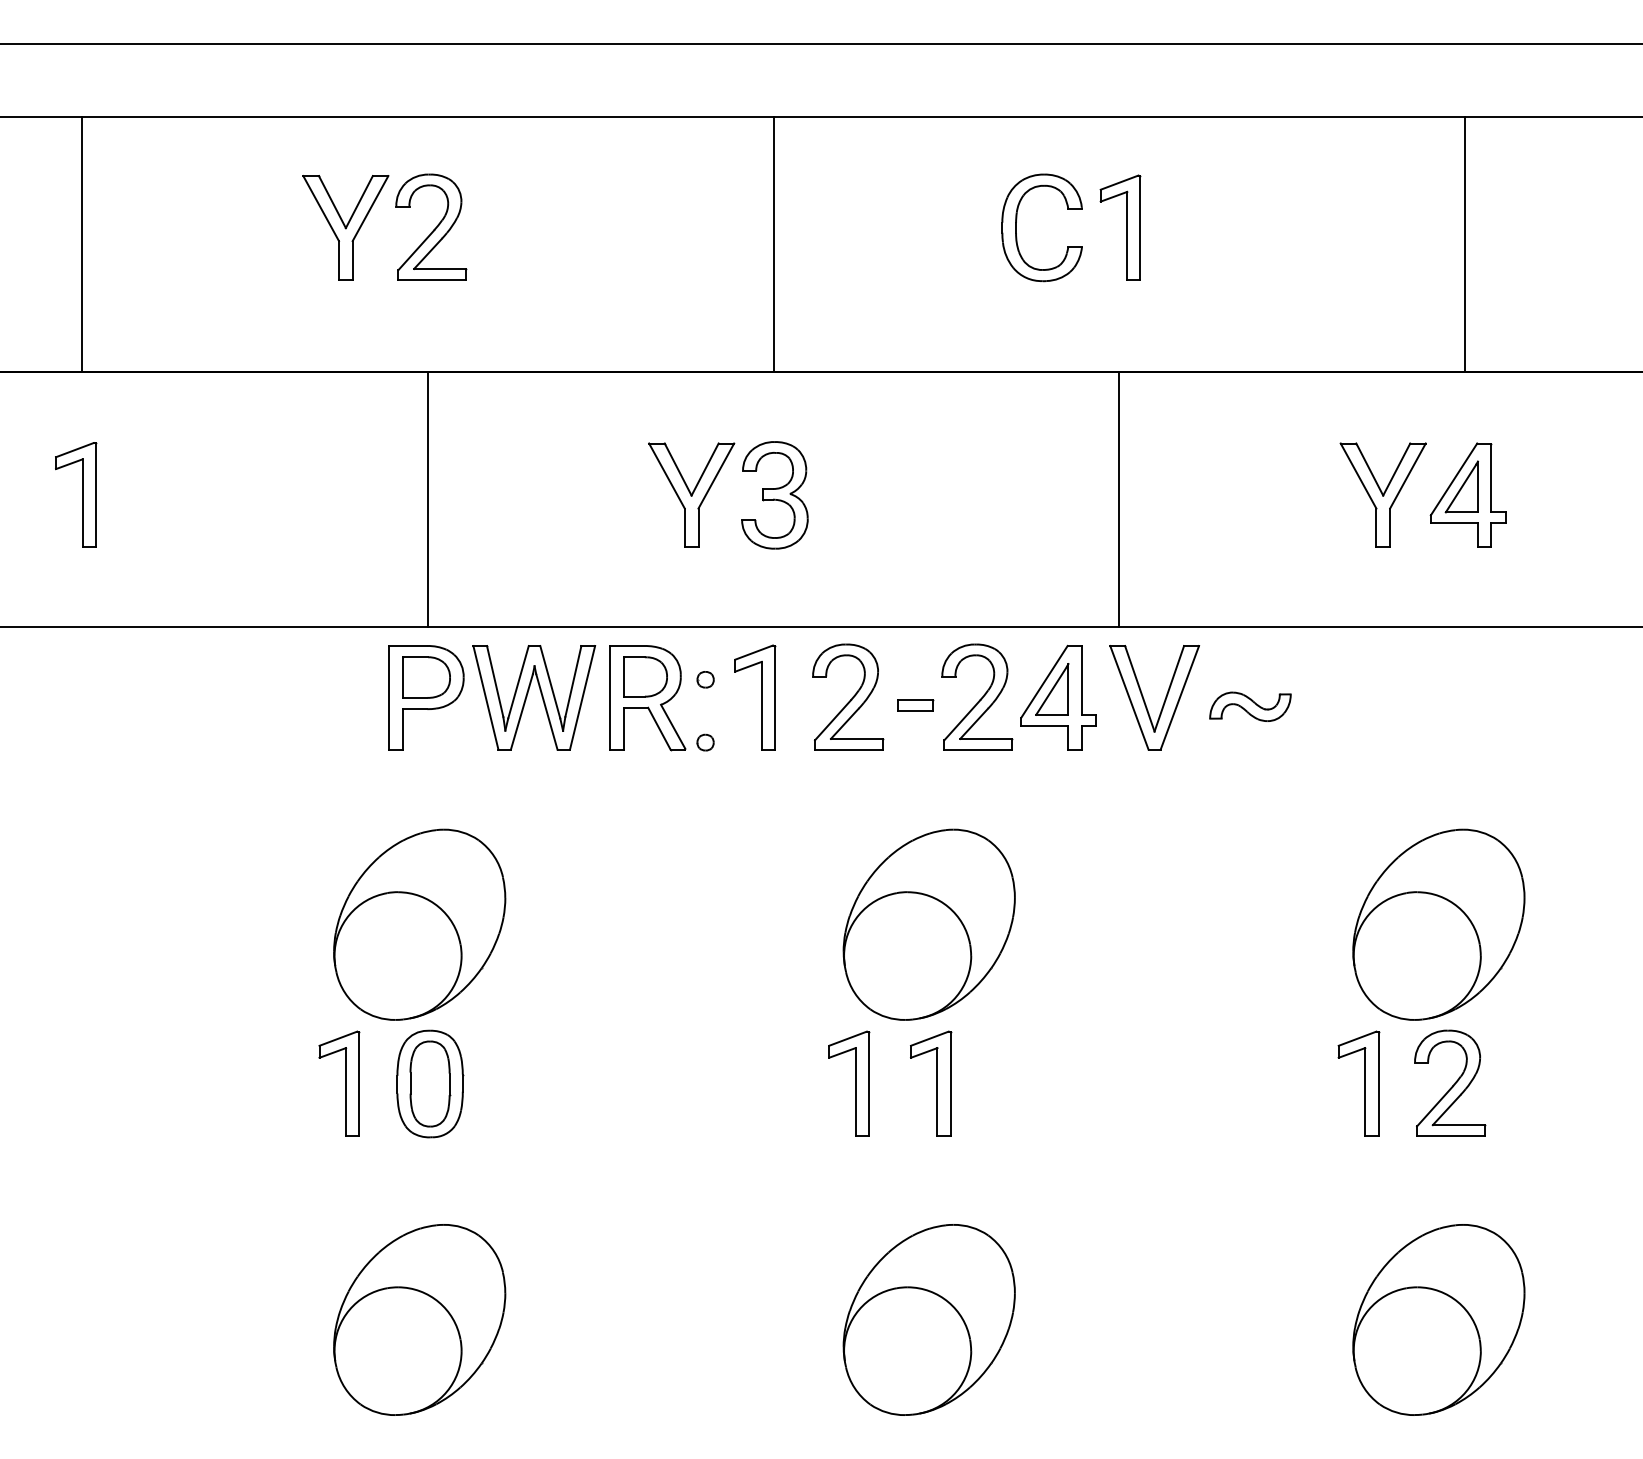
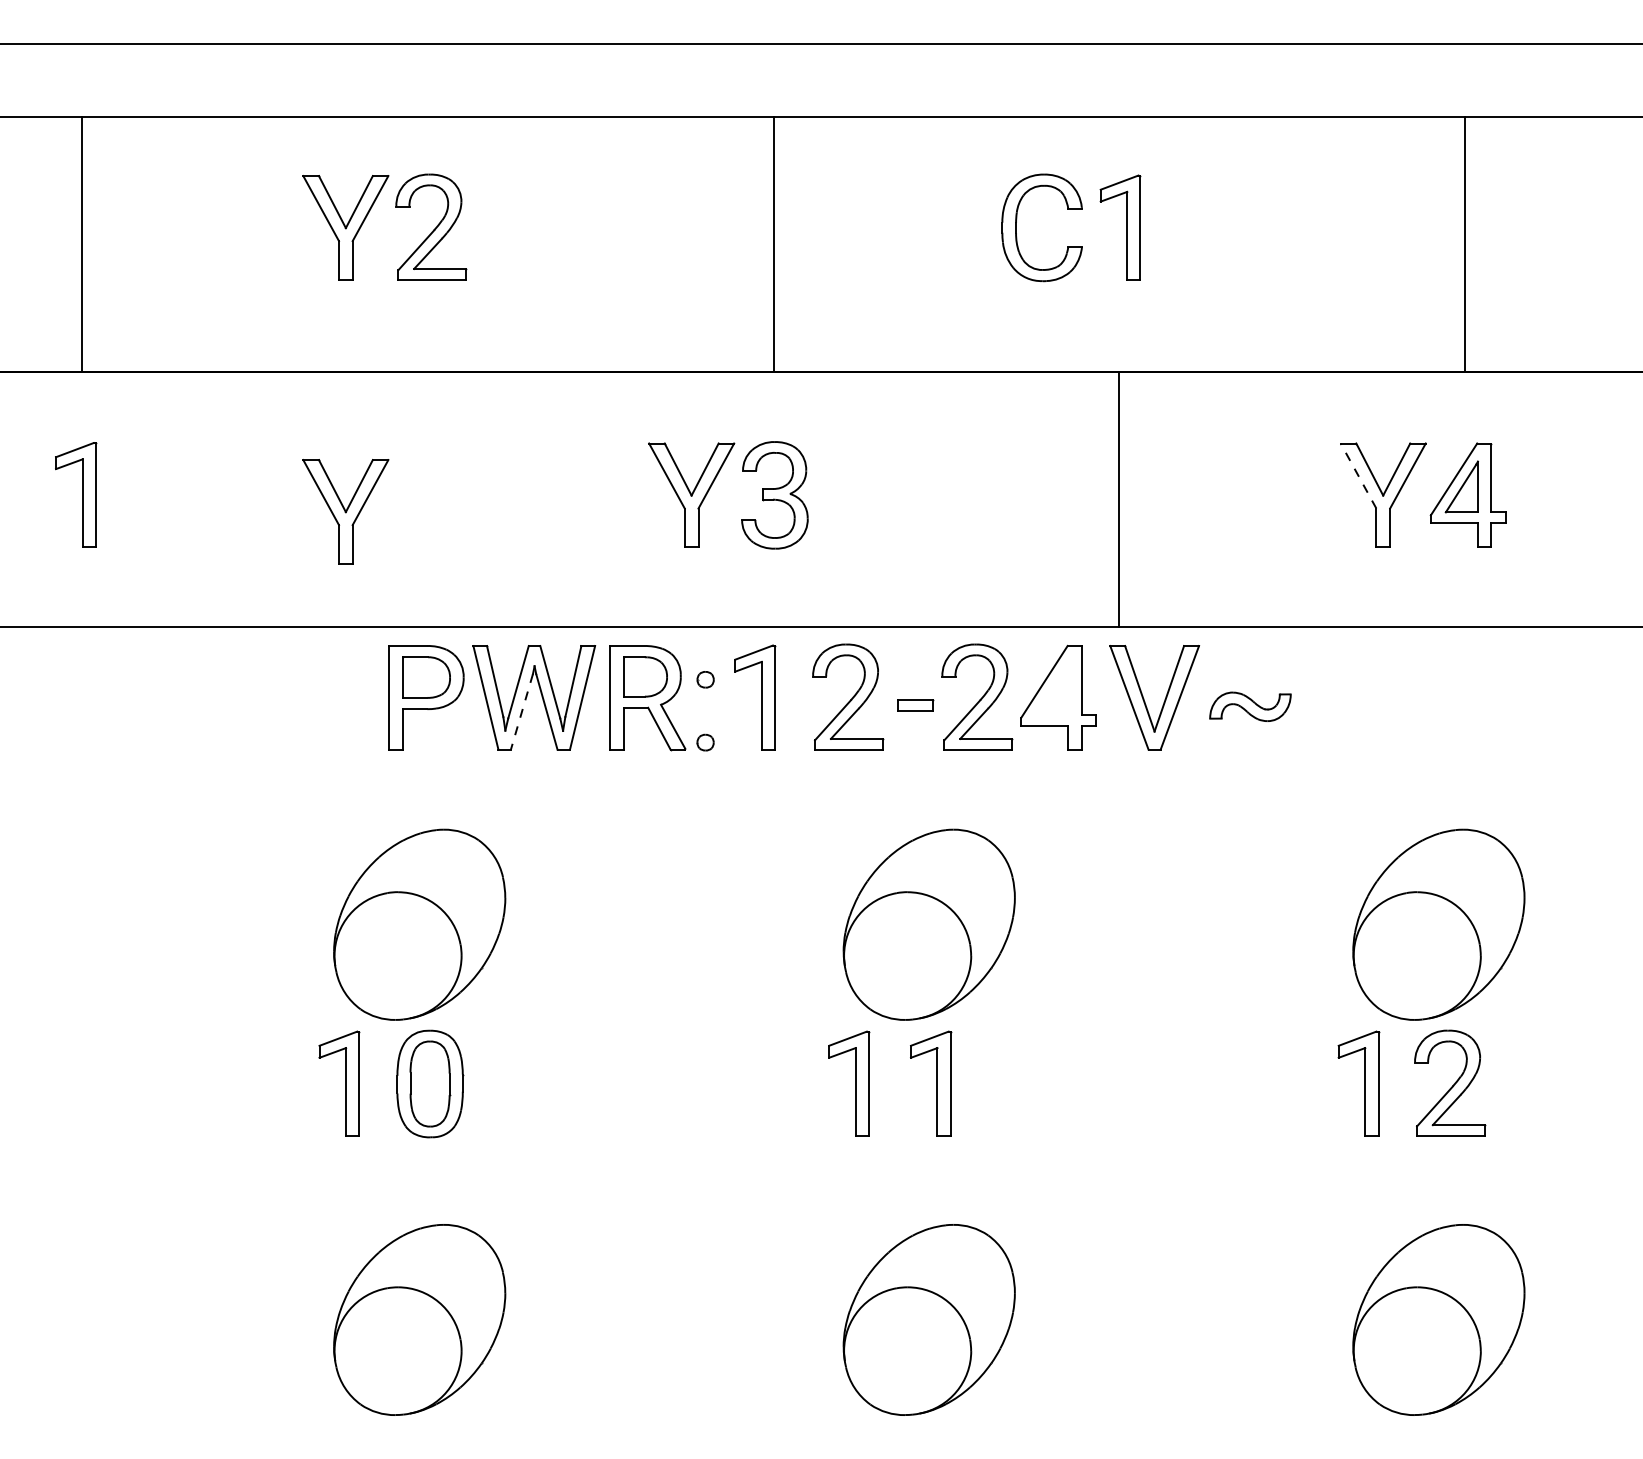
line at (1358, 475): solid -> dashed
line at (427, 499): present -> none
part at (345, 511): none -> present
part at (1052, 689): present -> none
line at (521, 712): solid -> dashed
